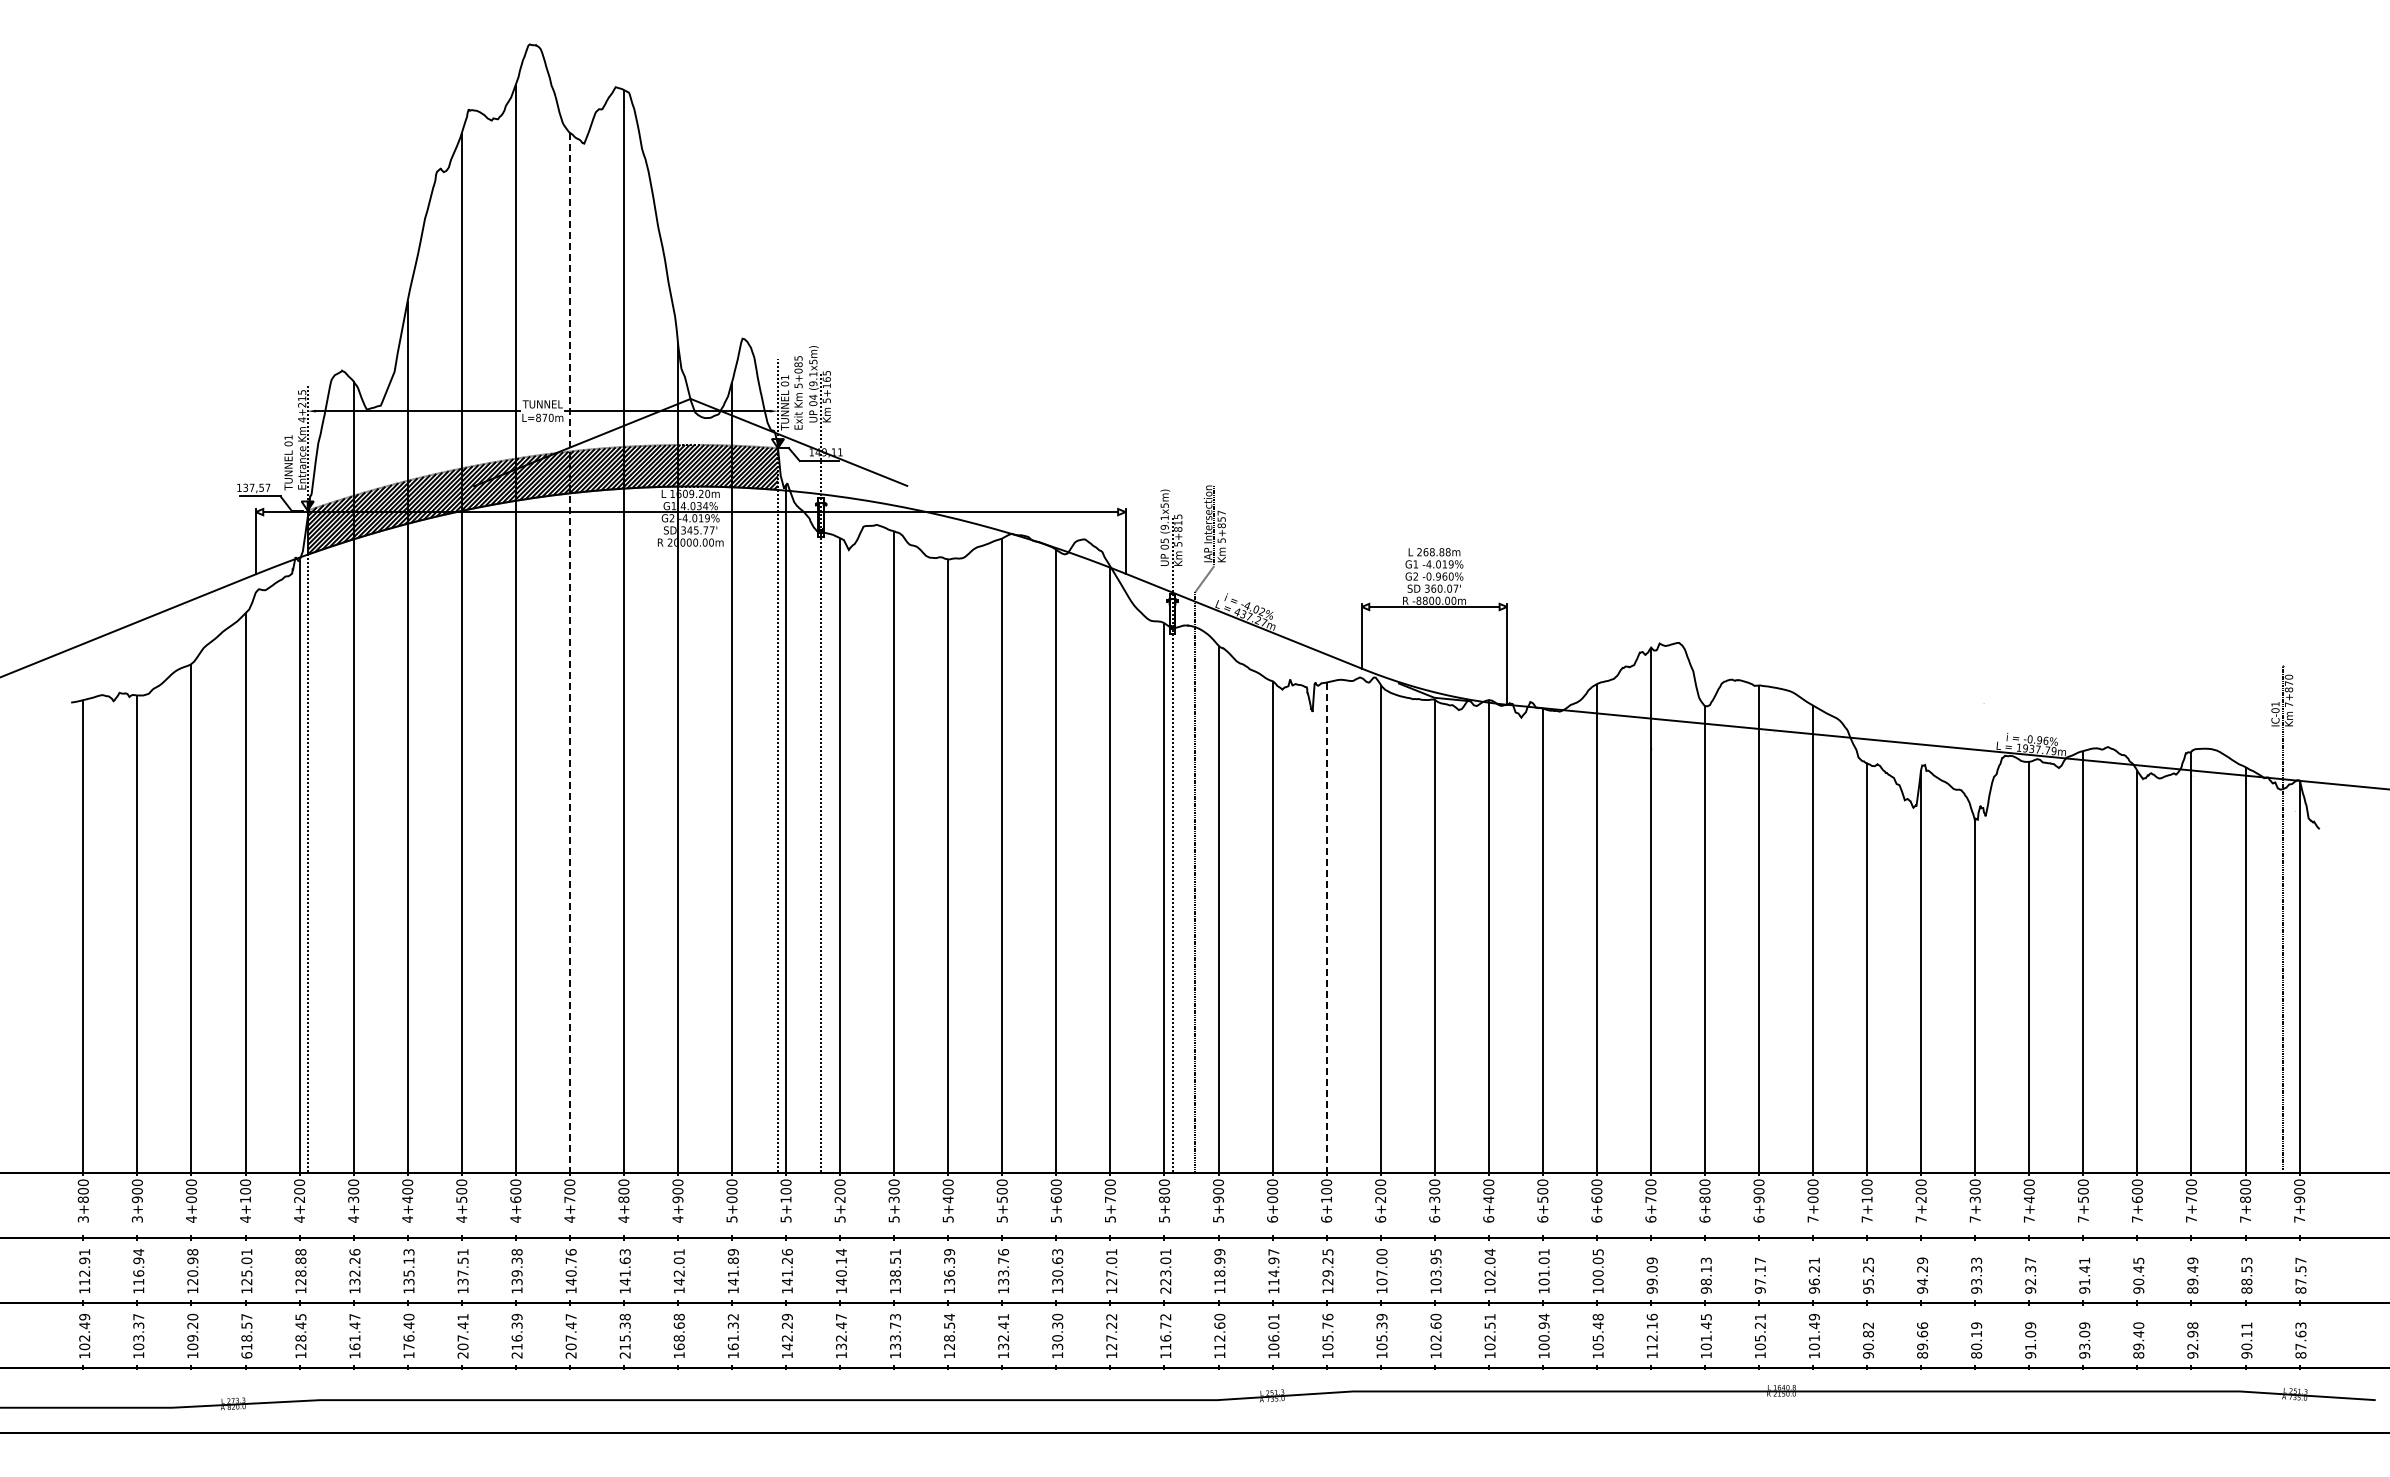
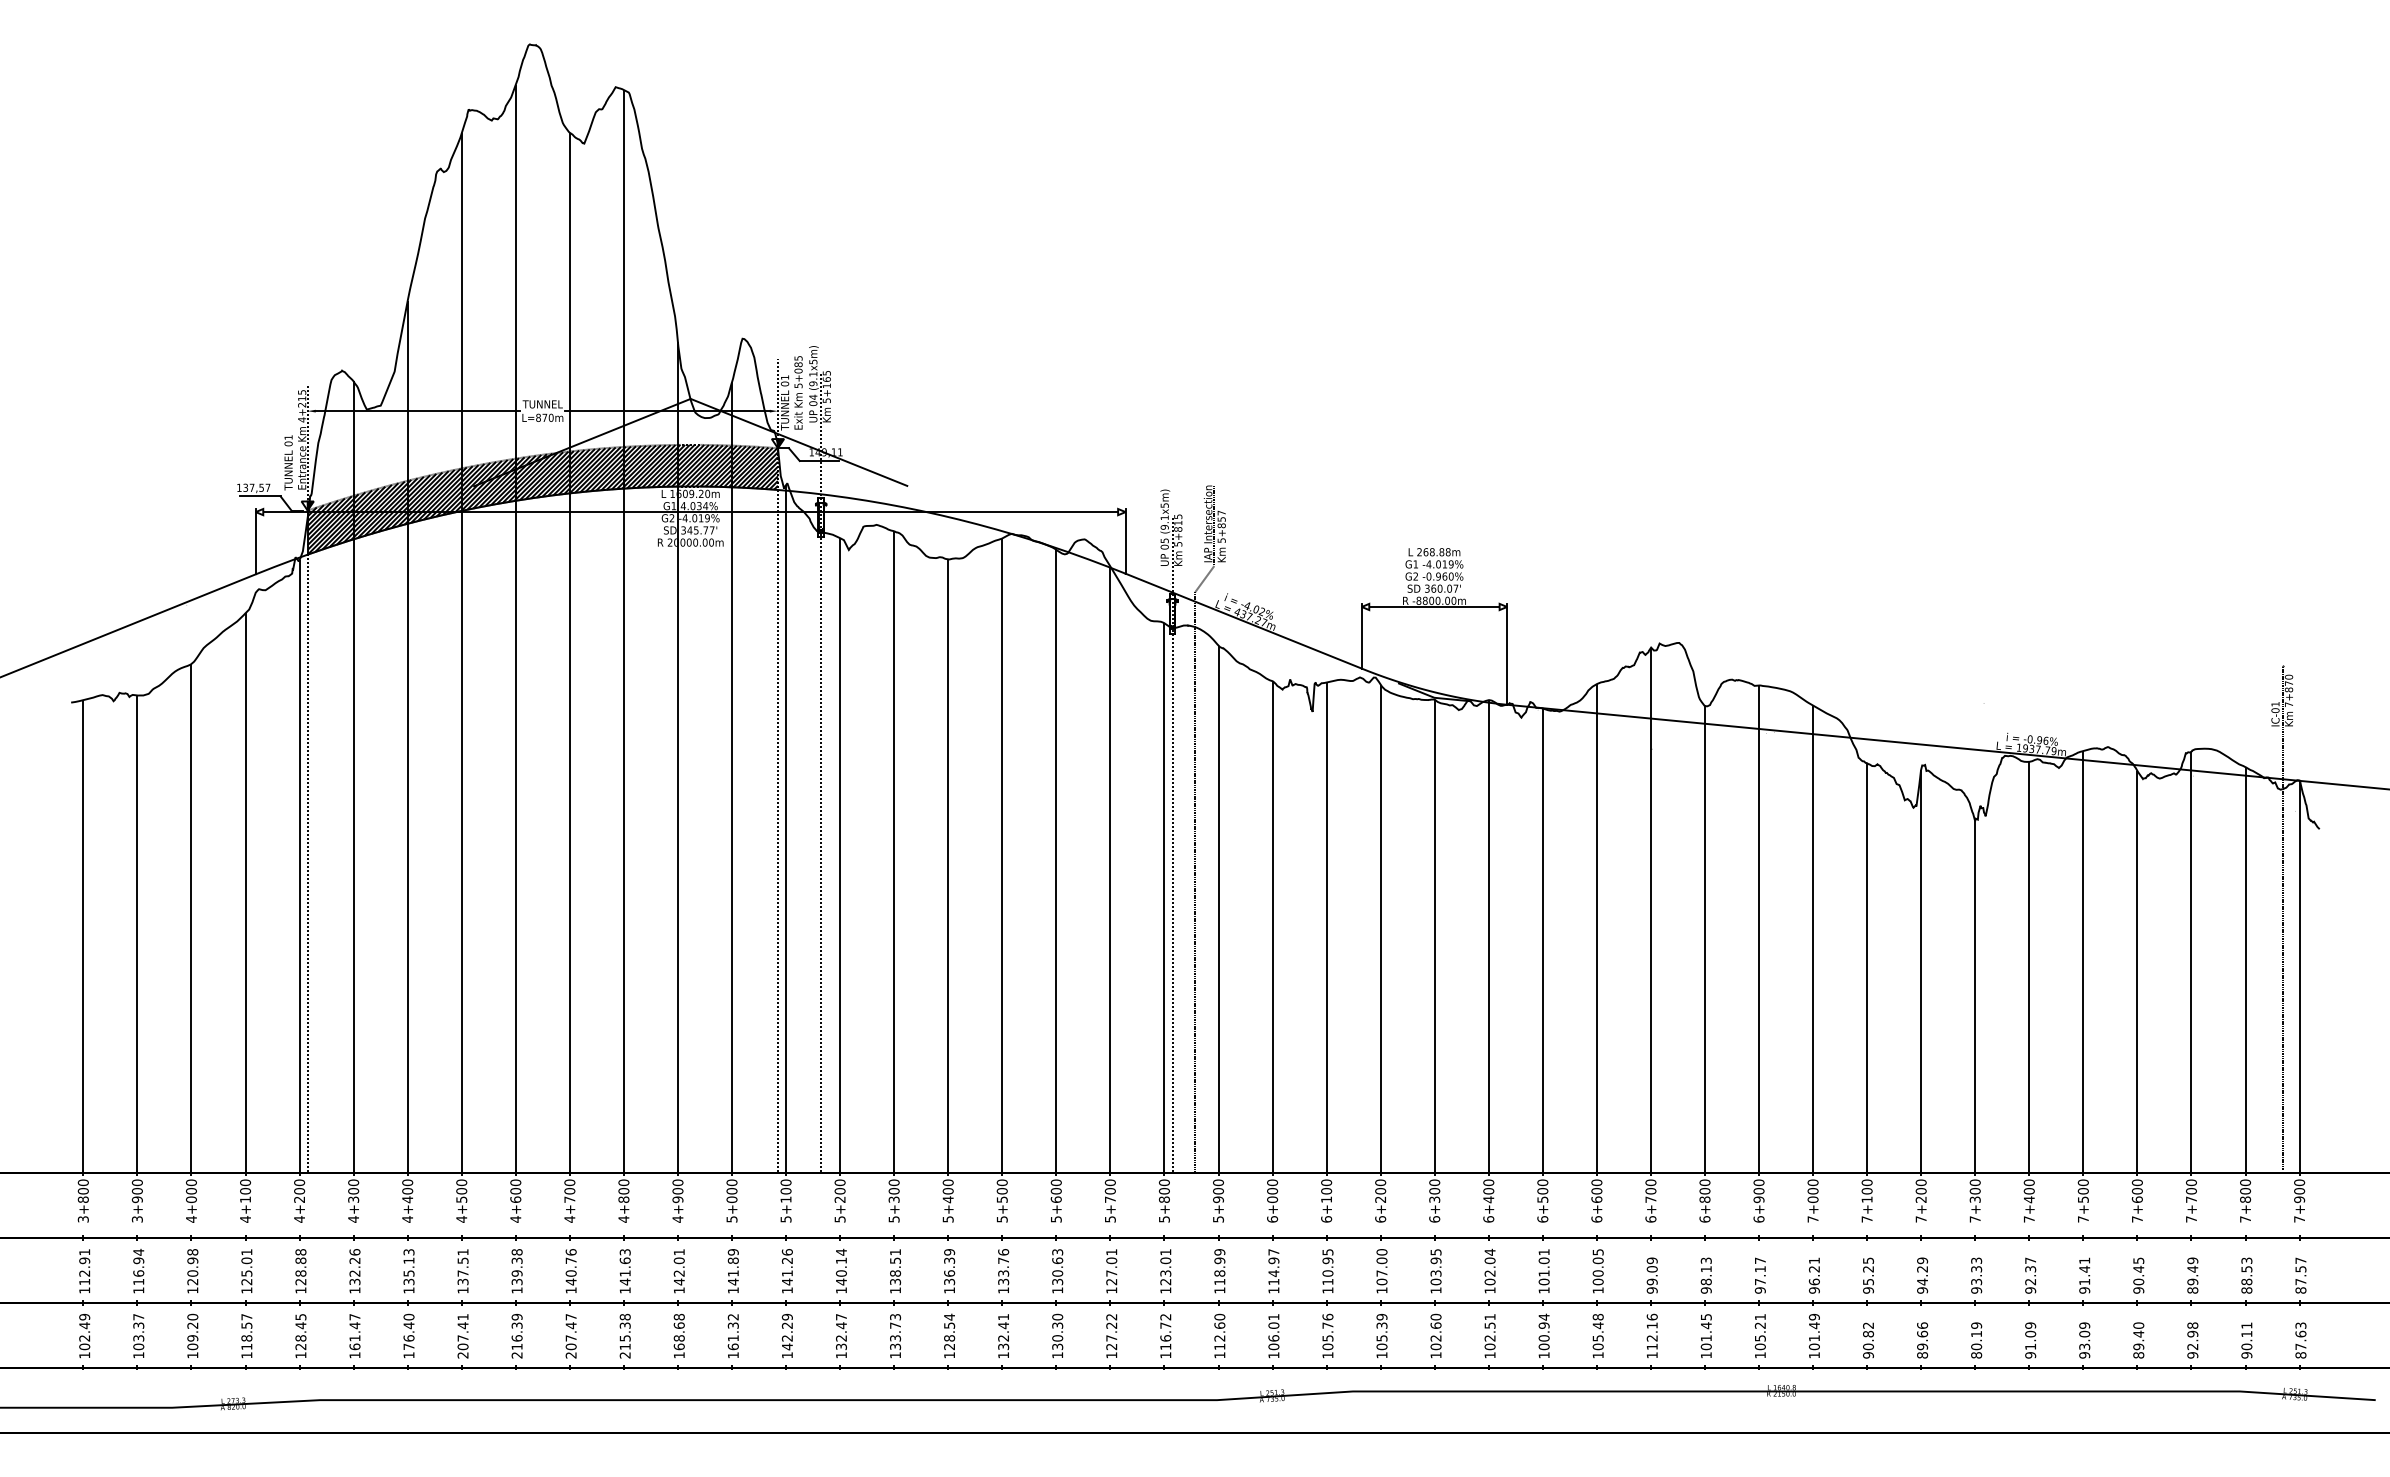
line at (569, 654): dashed -> solid
line at (1326, 929): dashed -> solid
text at (1327, 1271): 129.25 -> 110.95
text at (1165, 1290): 223.01 -> 123.01
text at (246, 1355): 618.57 -> 118.57
